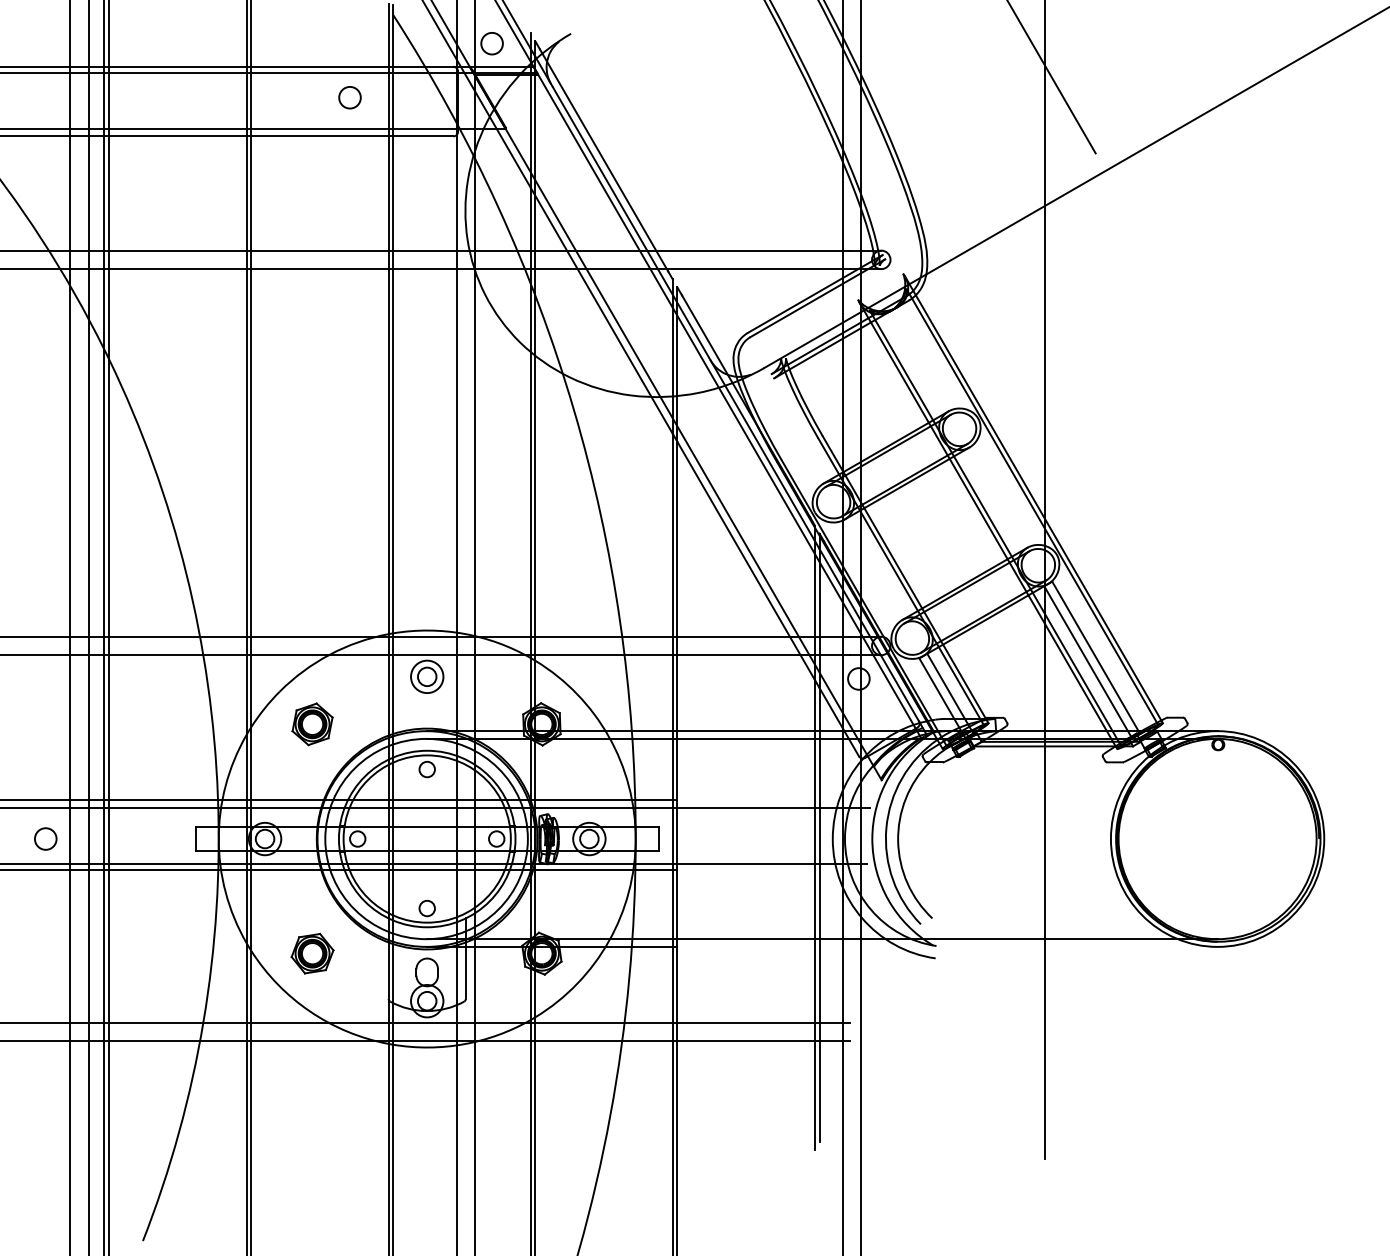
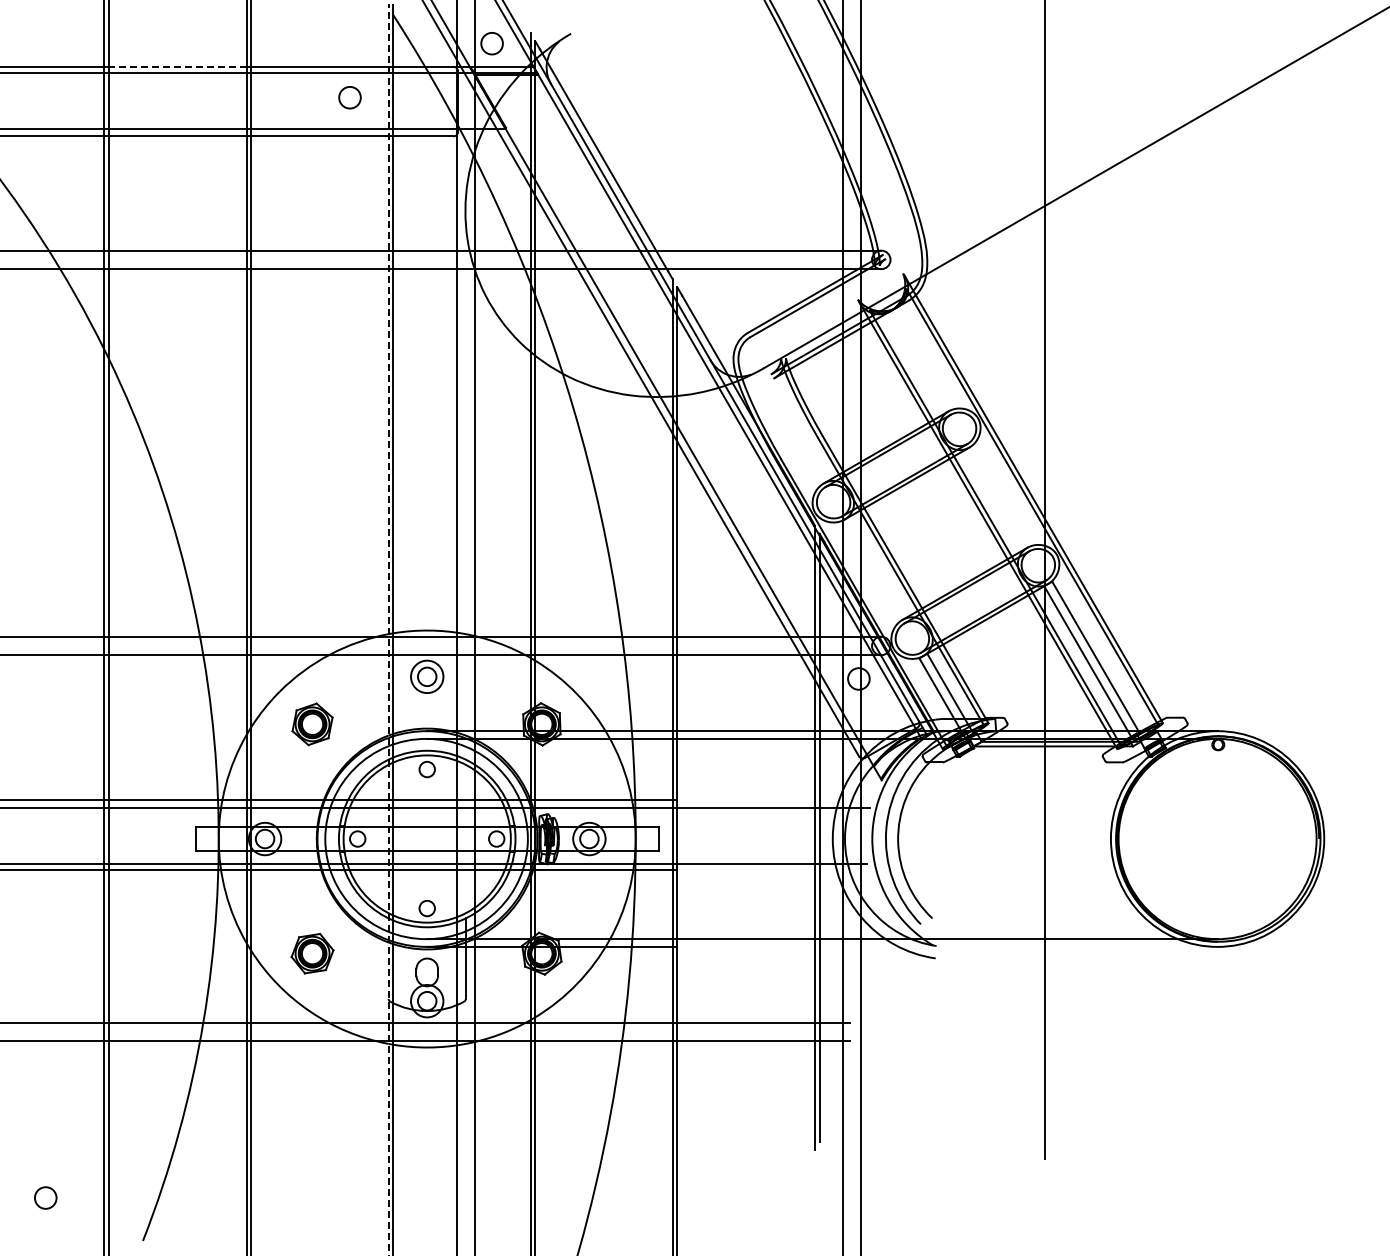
line at (177, 66): solid -> dashed
line at (1051, 77): present -> none
line at (70, 627): present -> none
line at (89, 627): present -> none
line at (388, 630): solid -> dashed
circle at (45, 838) position: (45, 838) -> (45, 1197)
